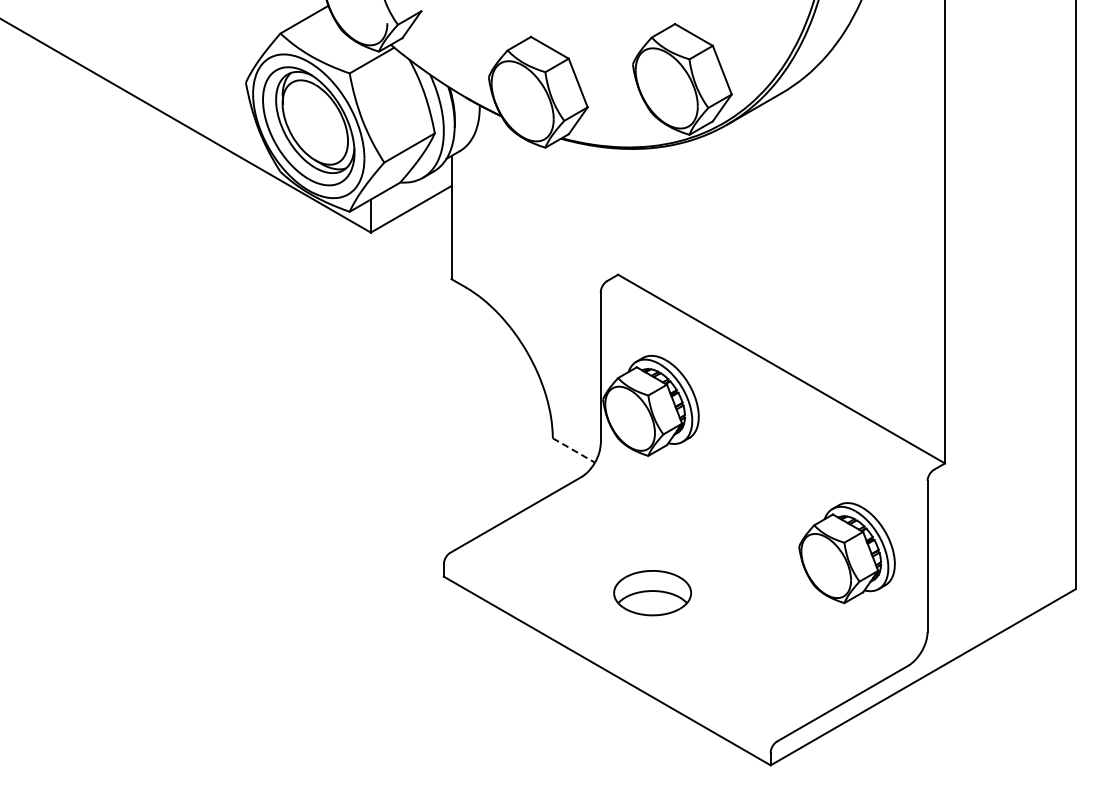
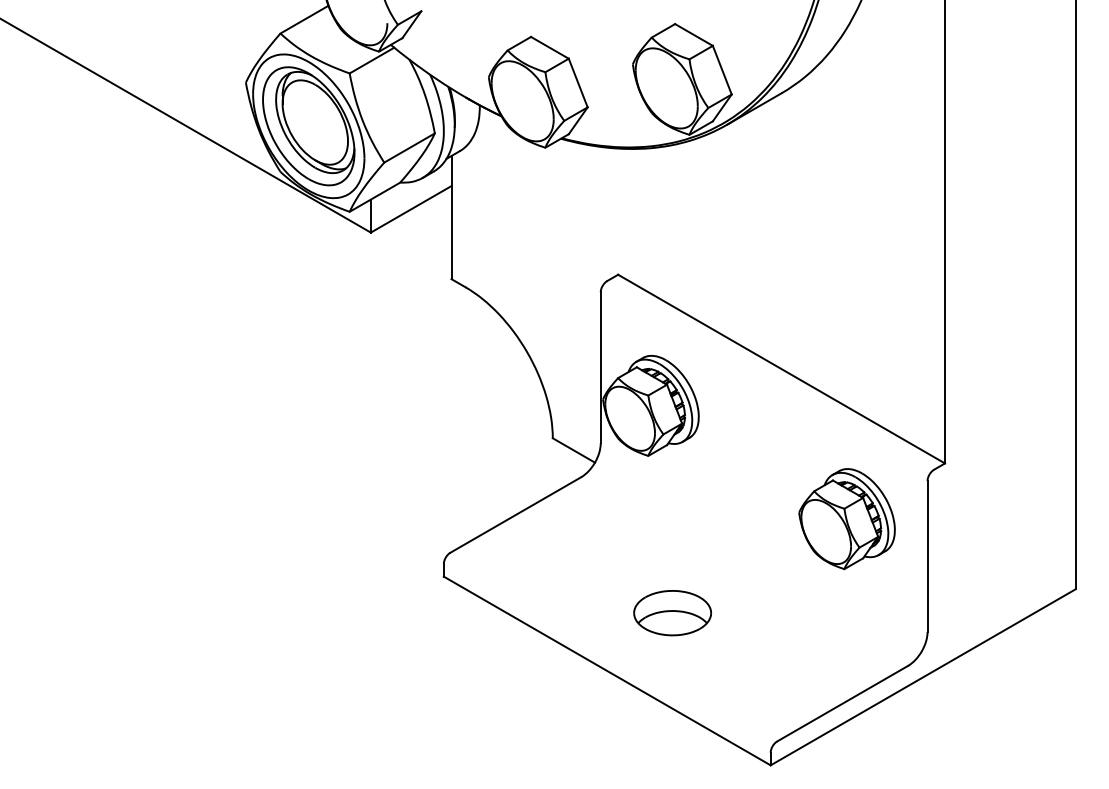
line at (574, 450): dashed -> solid
part at (846, 553) position: (846, 553) -> (846, 519)
part at (652, 593) position: (652, 593) -> (672, 613)
